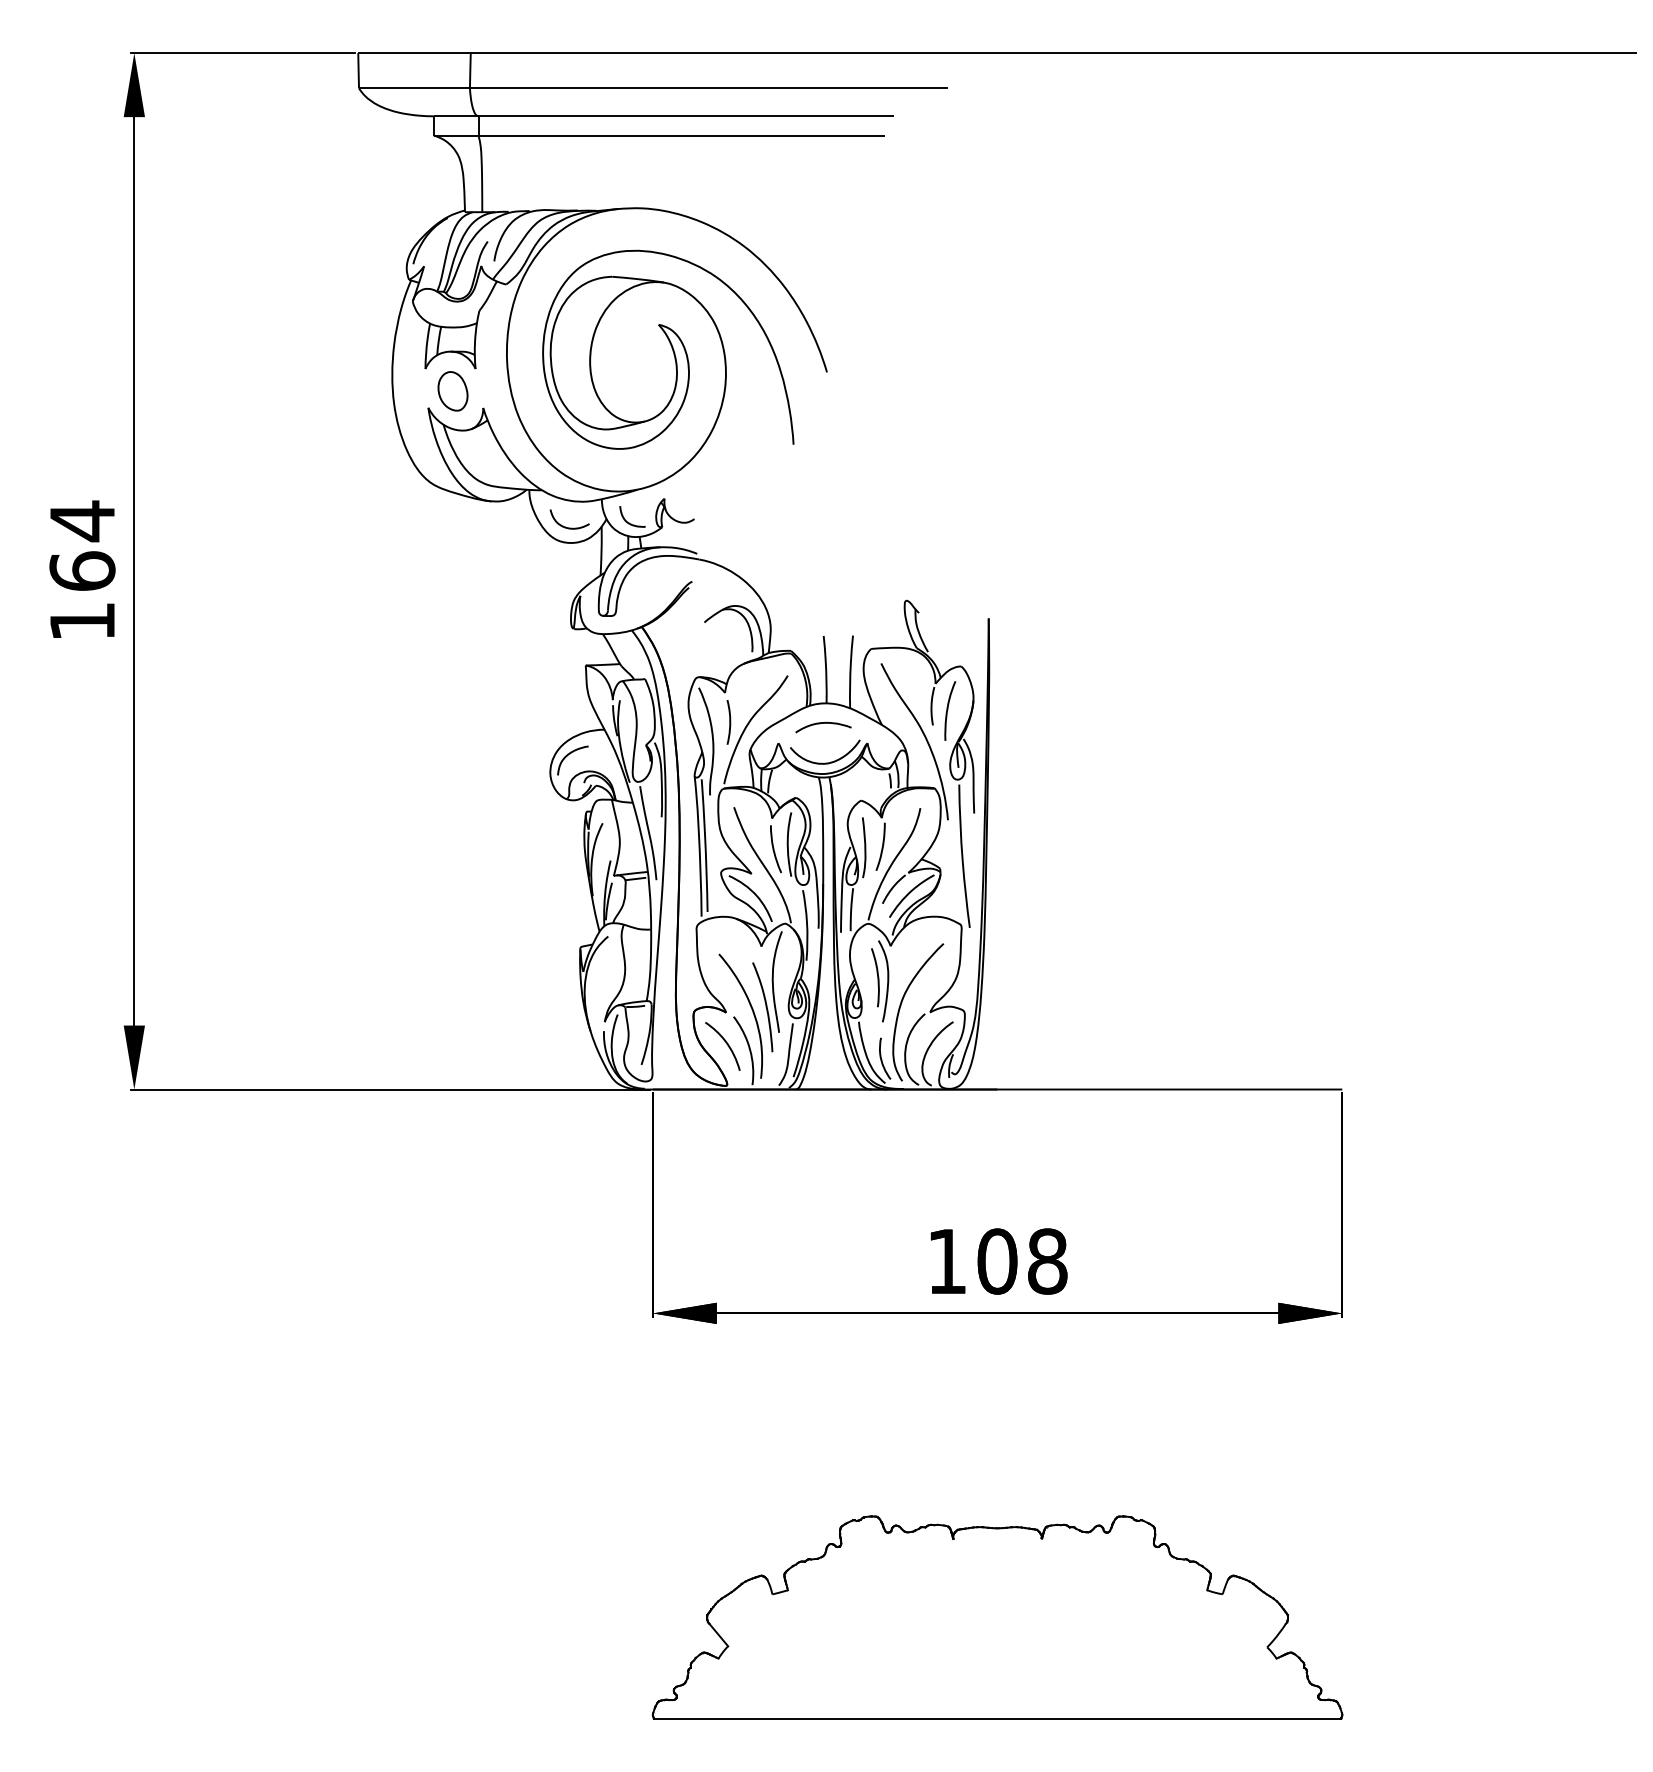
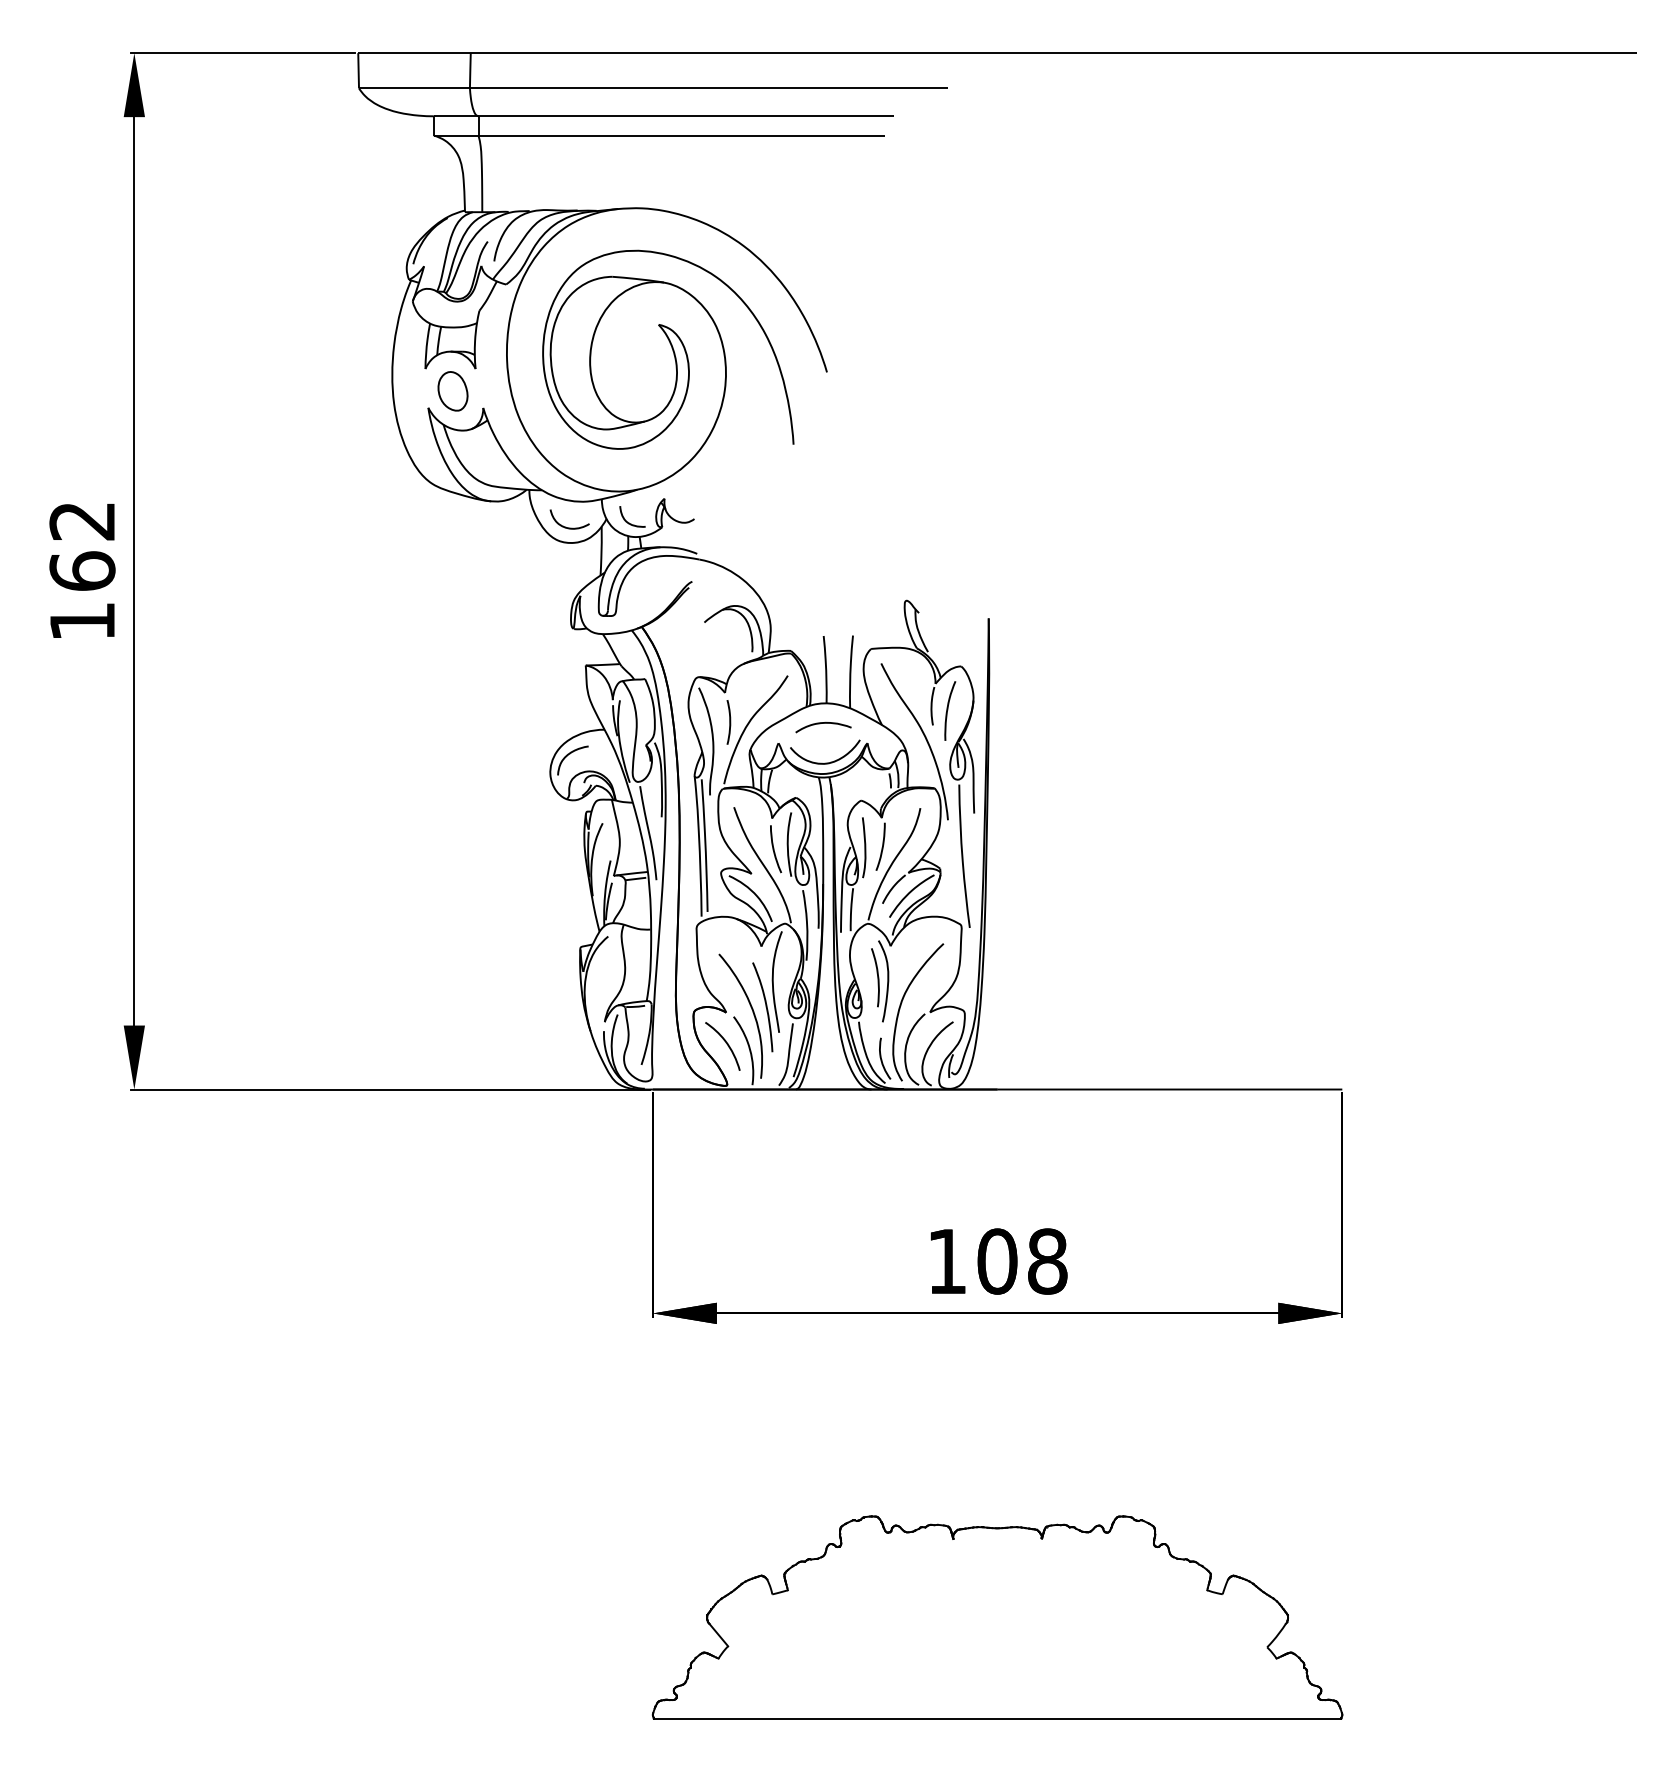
text at (81, 521): 164 -> 162
